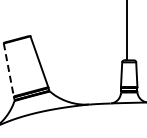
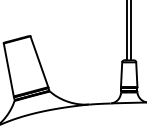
line at (131, 31): none -> present
line at (8, 70): dashed -> solid
